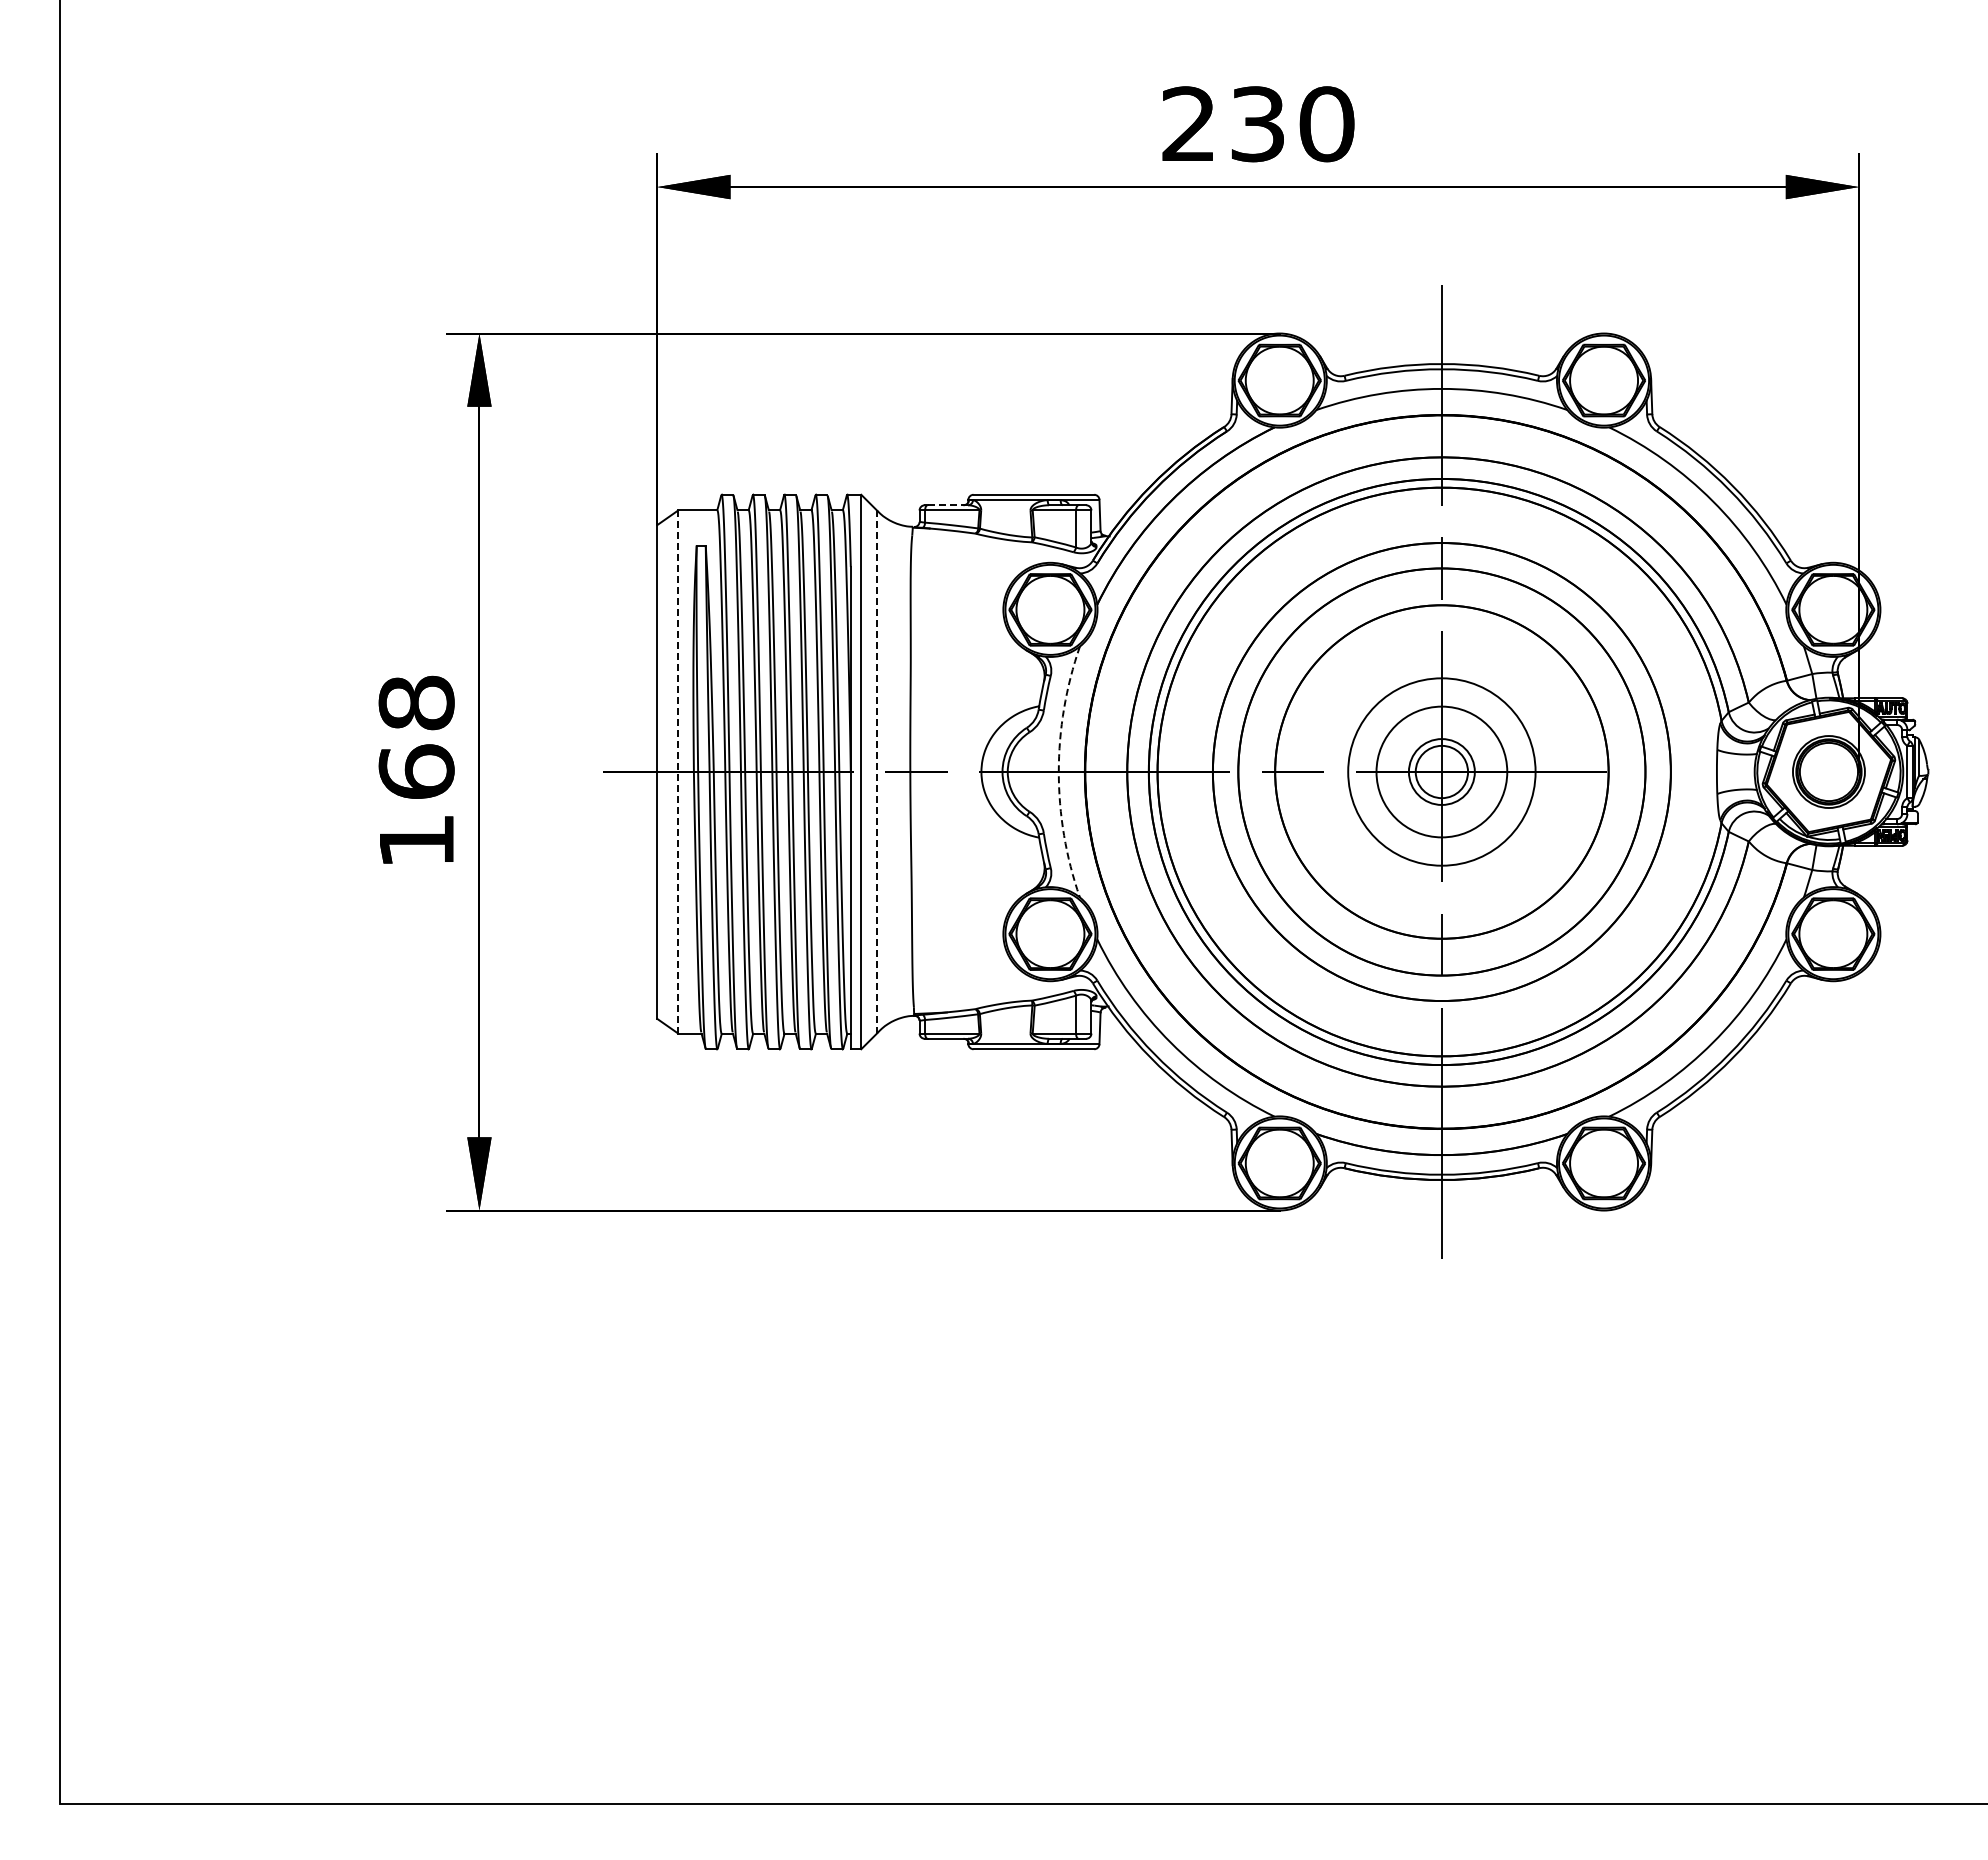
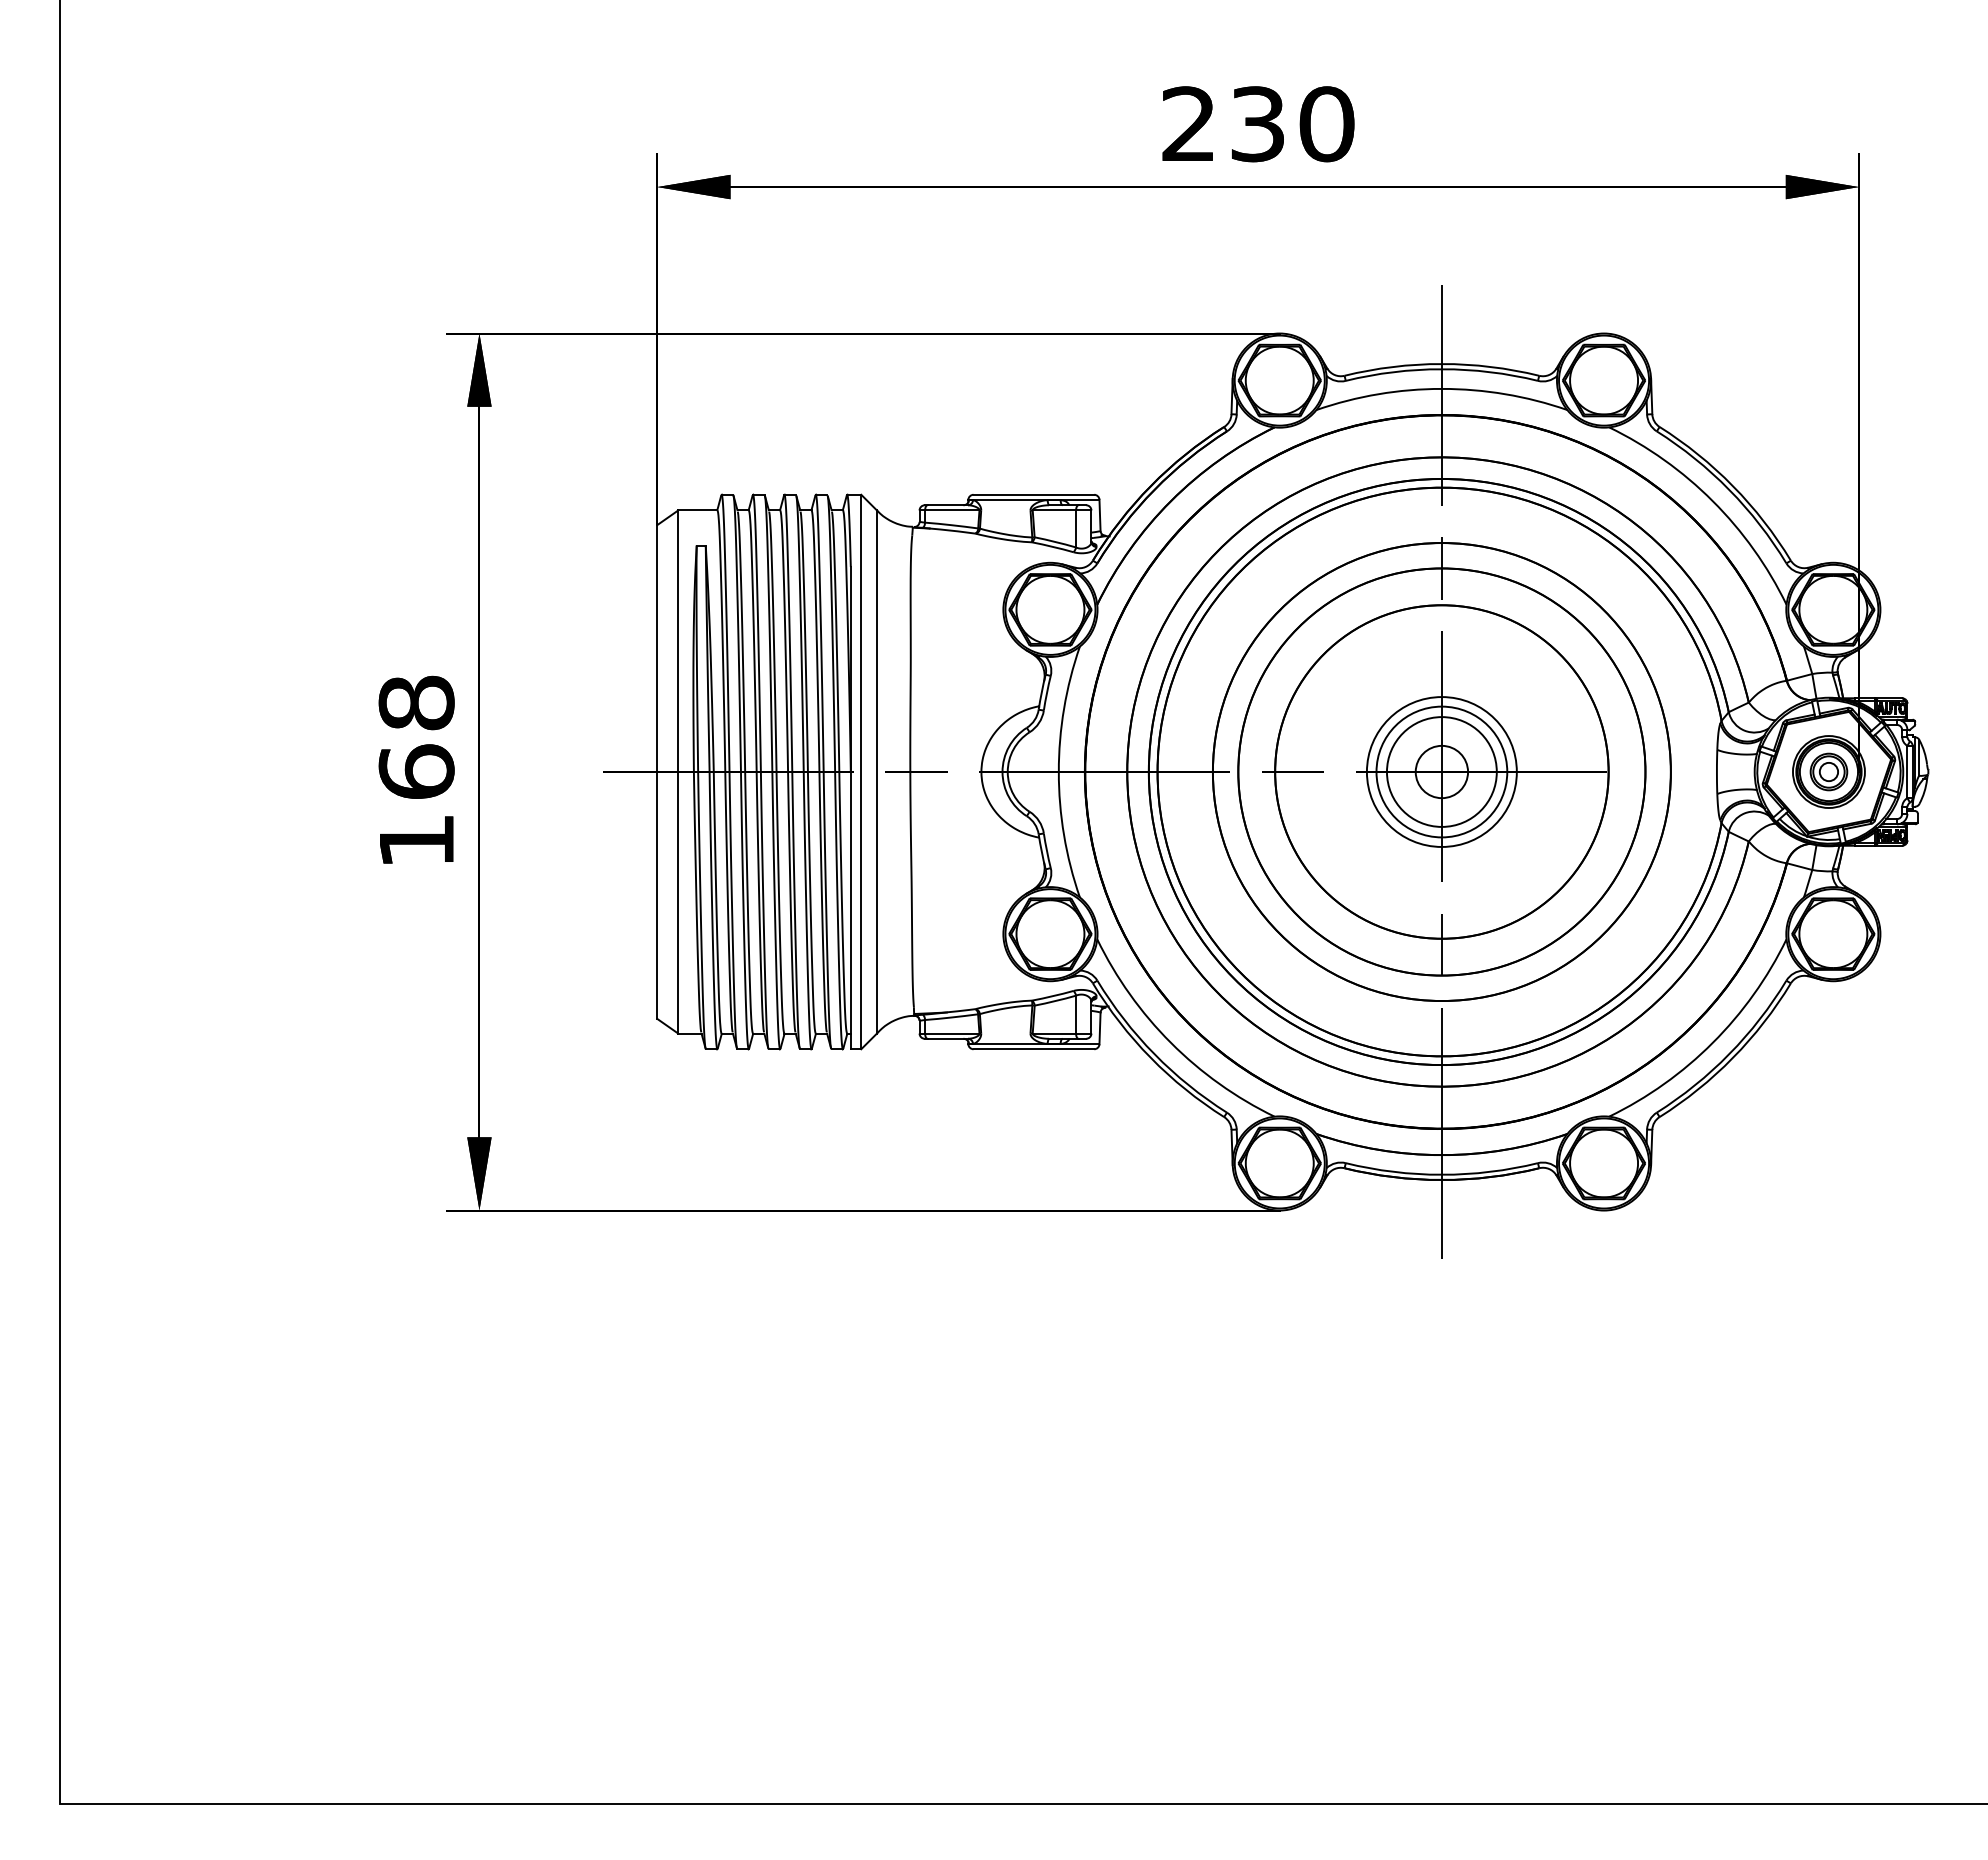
line at (948, 505): dashed -> solid
circle at (1441, 771) diameter: 187 px -> 150 px
circle at (1441, 771) diameter: 66 px -> 110 px
part at (1828, 771): none -> present
line at (678, 772): dashed -> solid
line at (876, 772): dashed -> solid
arc at (1058, 772): dashed -> solid
